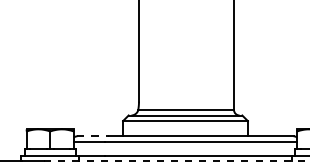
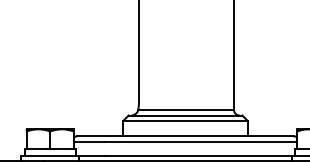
line at (93, 136): dashed -> solid
line at (177, 161): dashed -> solid
